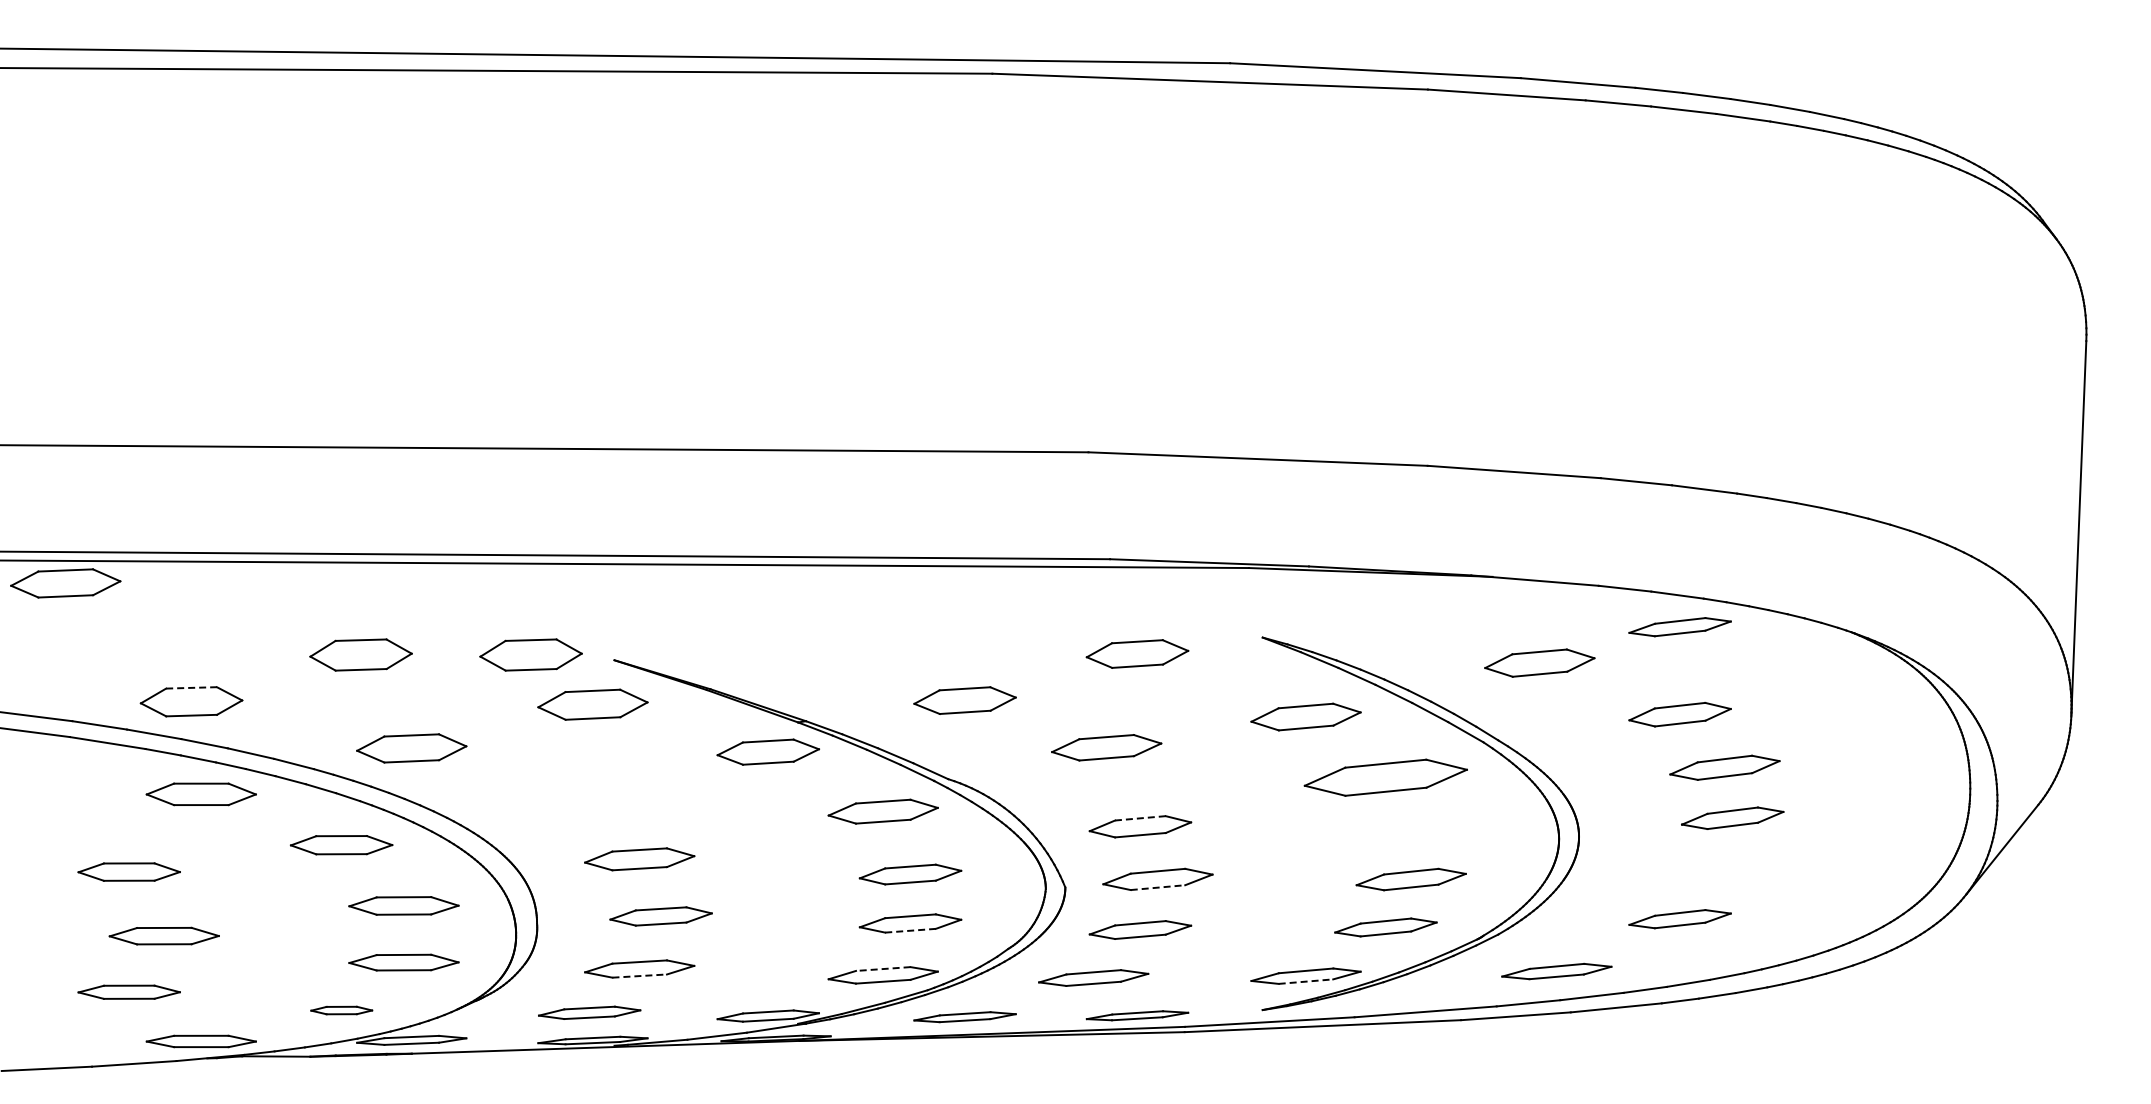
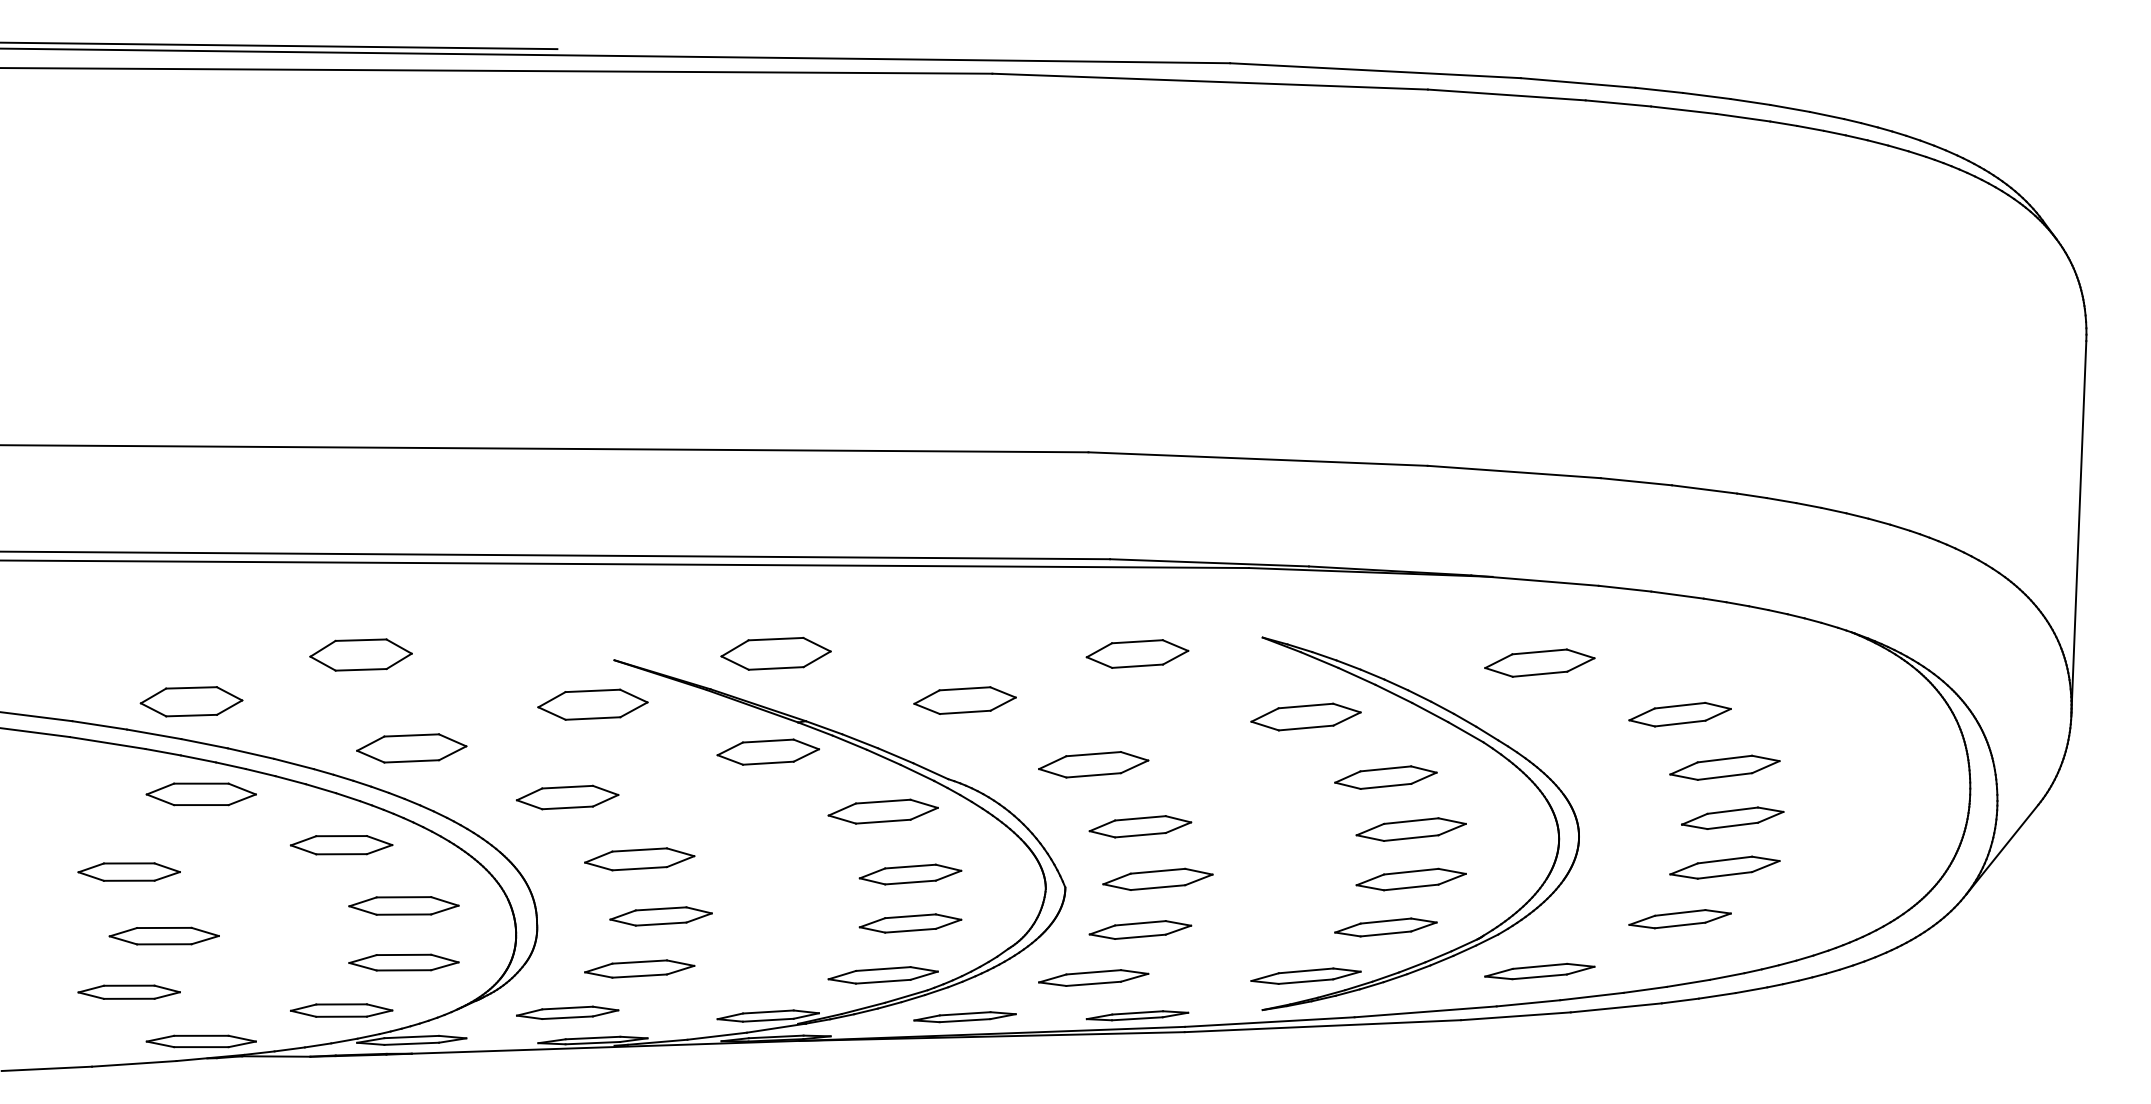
line at (279, 45): none -> present
part at (65, 583): present -> none
part at (1679, 627): present -> none
part at (775, 653): none -> present
part at (530, 654): present -> none
line at (192, 687): dashed -> solid
part at (1106, 747) position: (1106, 747) -> (1093, 764)
part at (1385, 777) size: 165x39 px -> 104x25 px
part at (567, 797): none -> present
line at (1139, 818): dashed -> solid
part at (1410, 829): none -> present
part at (1724, 867): none -> present
line at (1158, 887): dashed -> solid
line at (911, 930): dashed -> solid
line at (882, 969): dashed -> solid
part at (1556, 971) position: (1556, 971) -> (1539, 971)
line at (640, 976): dashed -> solid
line at (1306, 981): dashed -> solid
part at (341, 1010) size: 64x11 px -> 104x15 px
part at (589, 1012) position: (589, 1012) -> (567, 1012)
